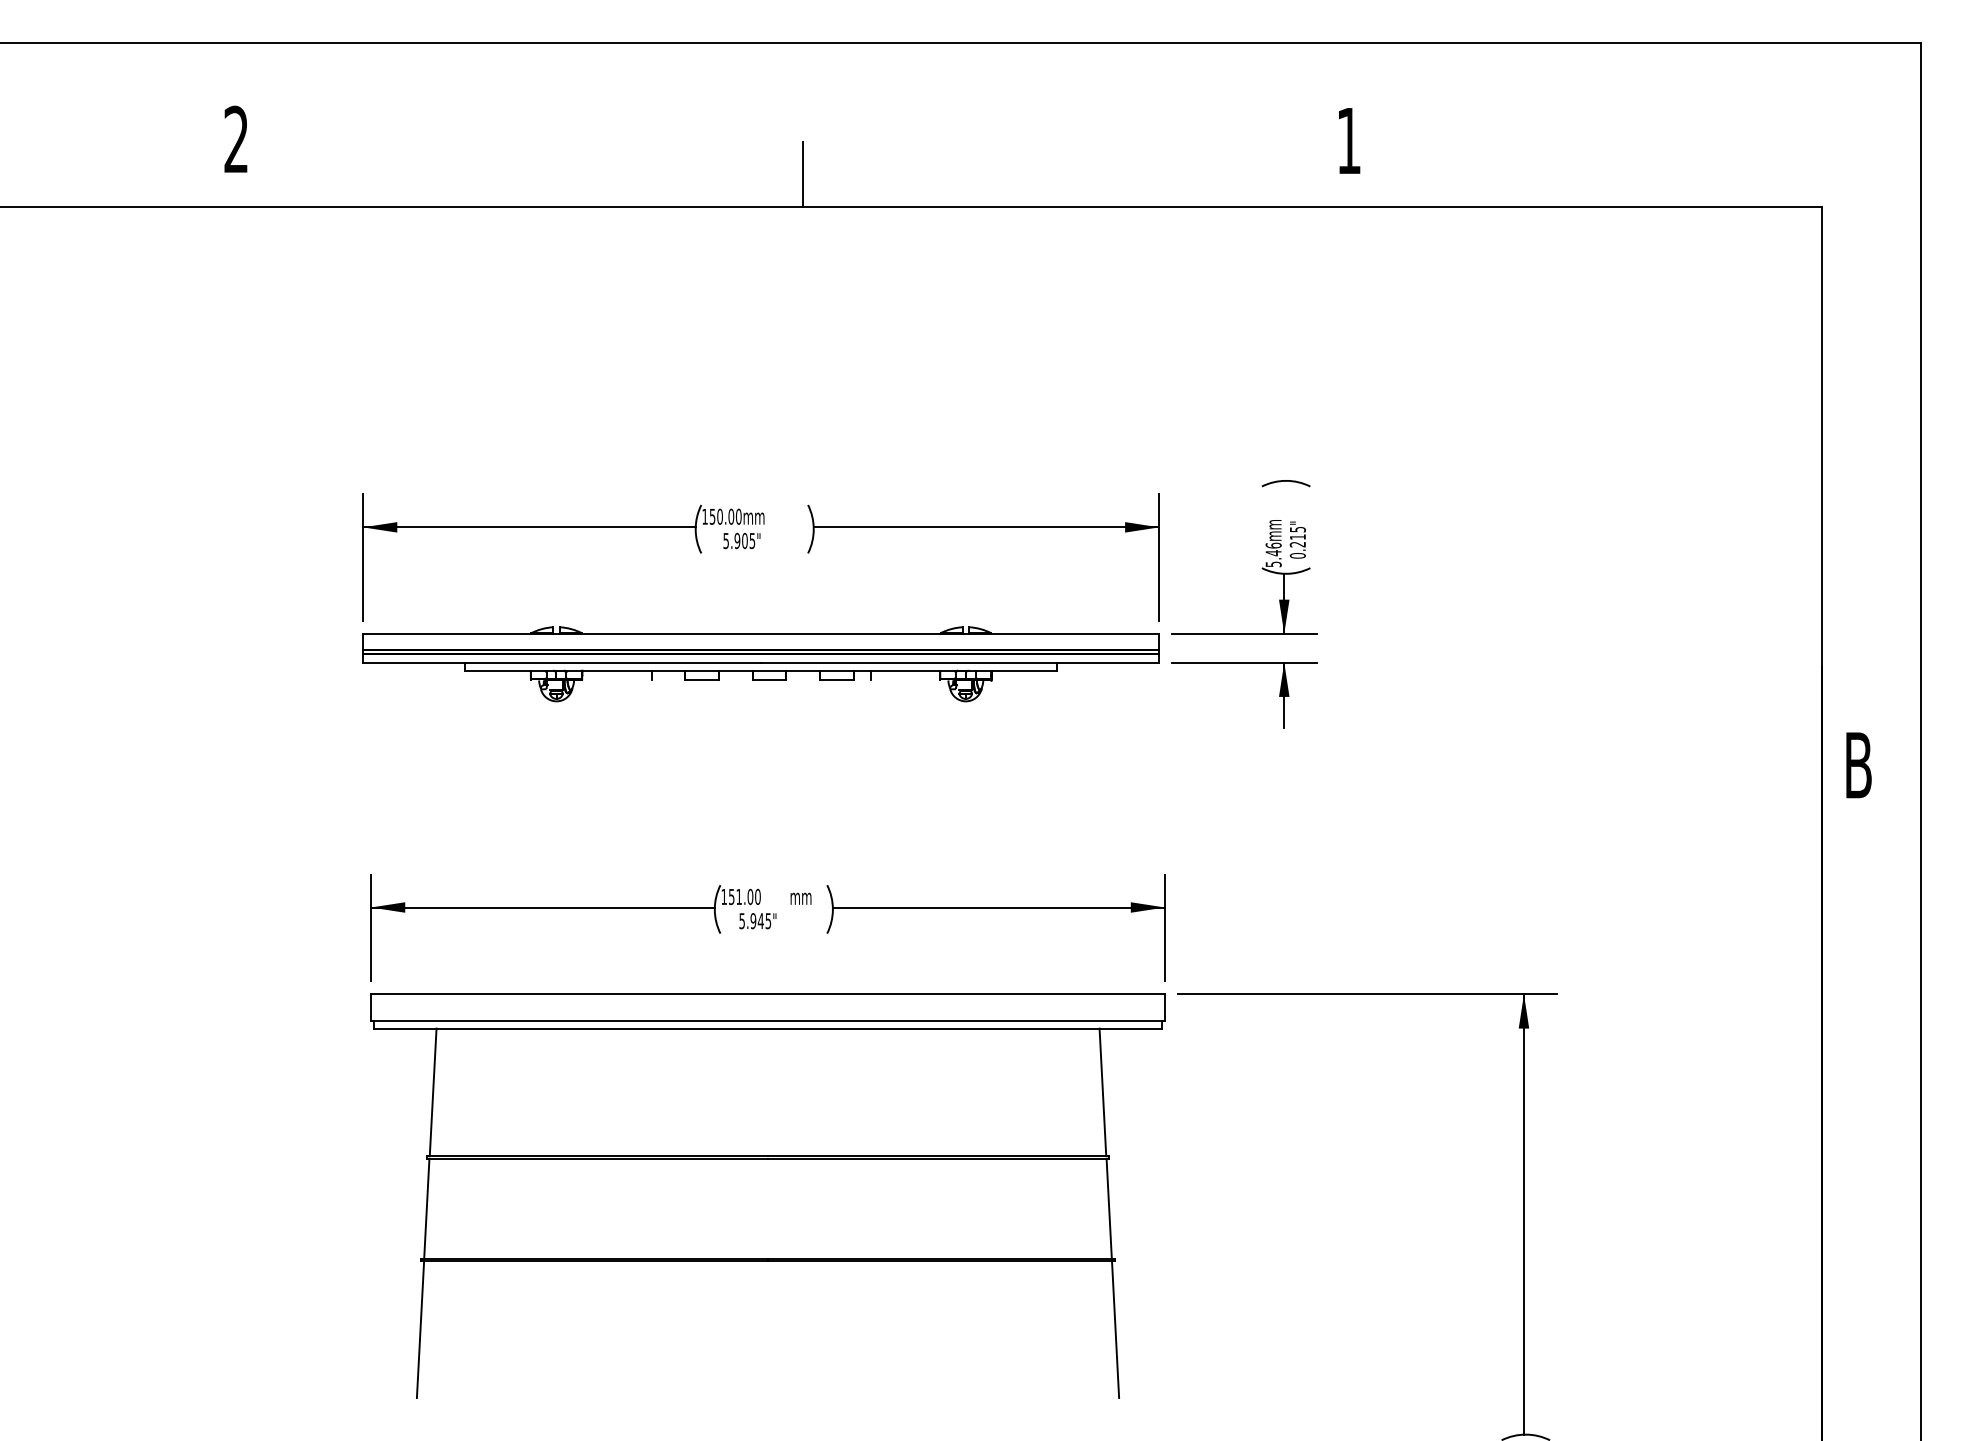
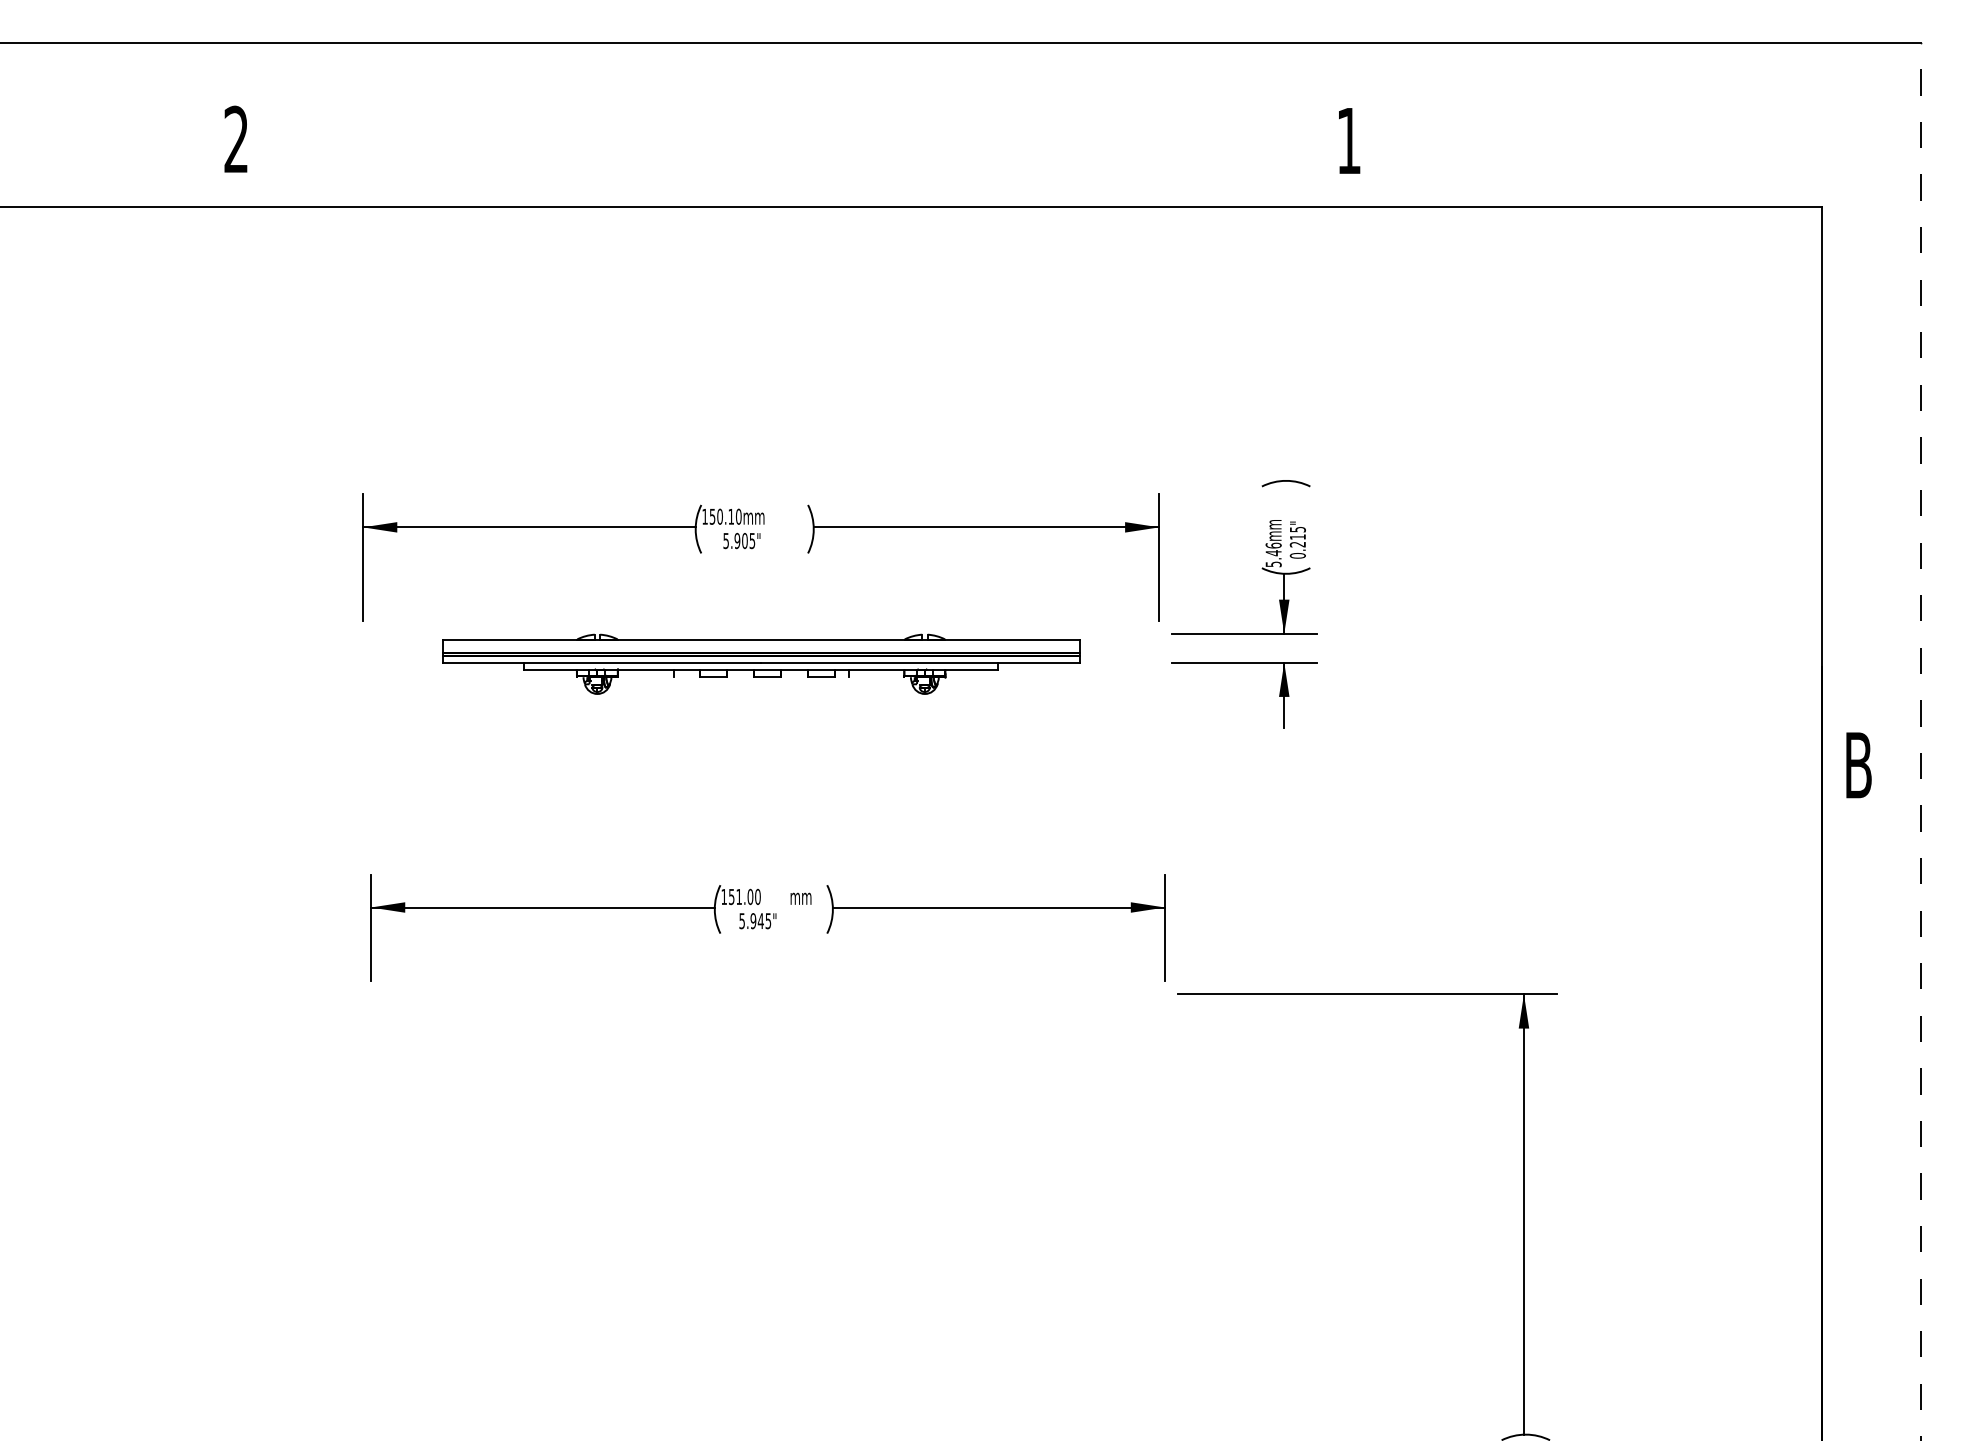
line at (803, 174): present -> none
text at (731, 516): 150.00mm -> 150.10mm
part at (760, 664) size: 798x77 px -> 639x62 px
line at (1920, 741): solid -> dashed
part at (767, 1195): present -> none
